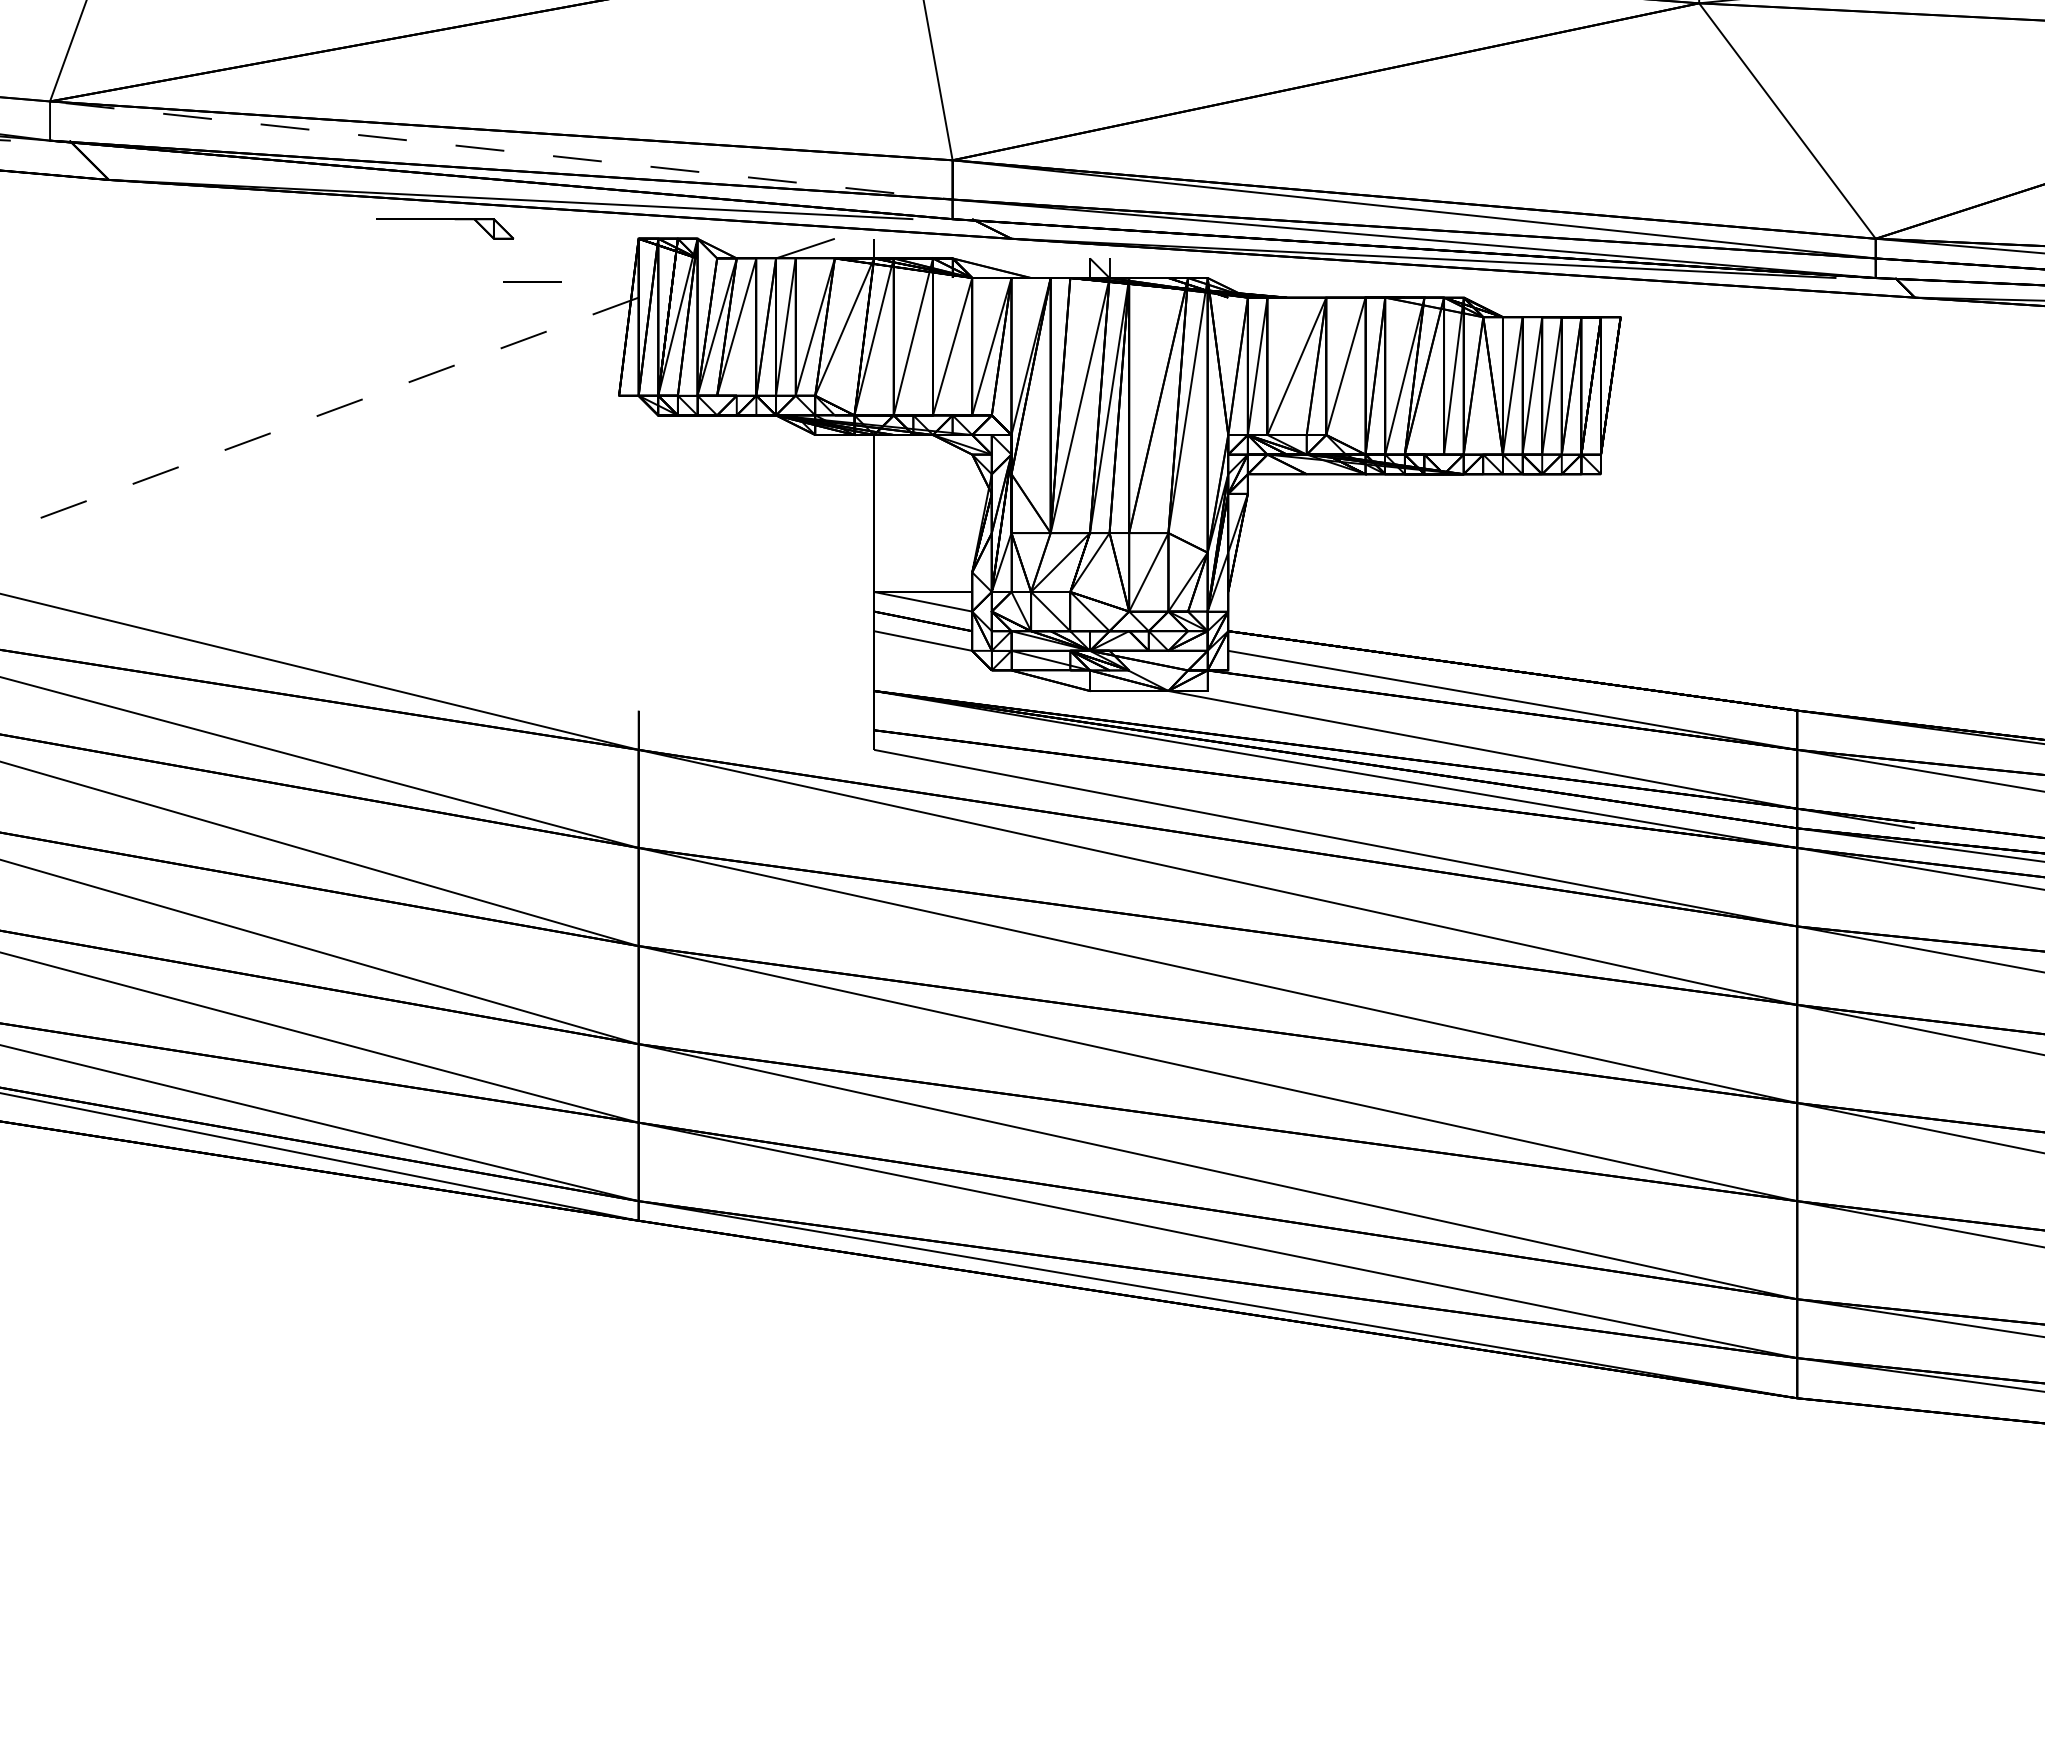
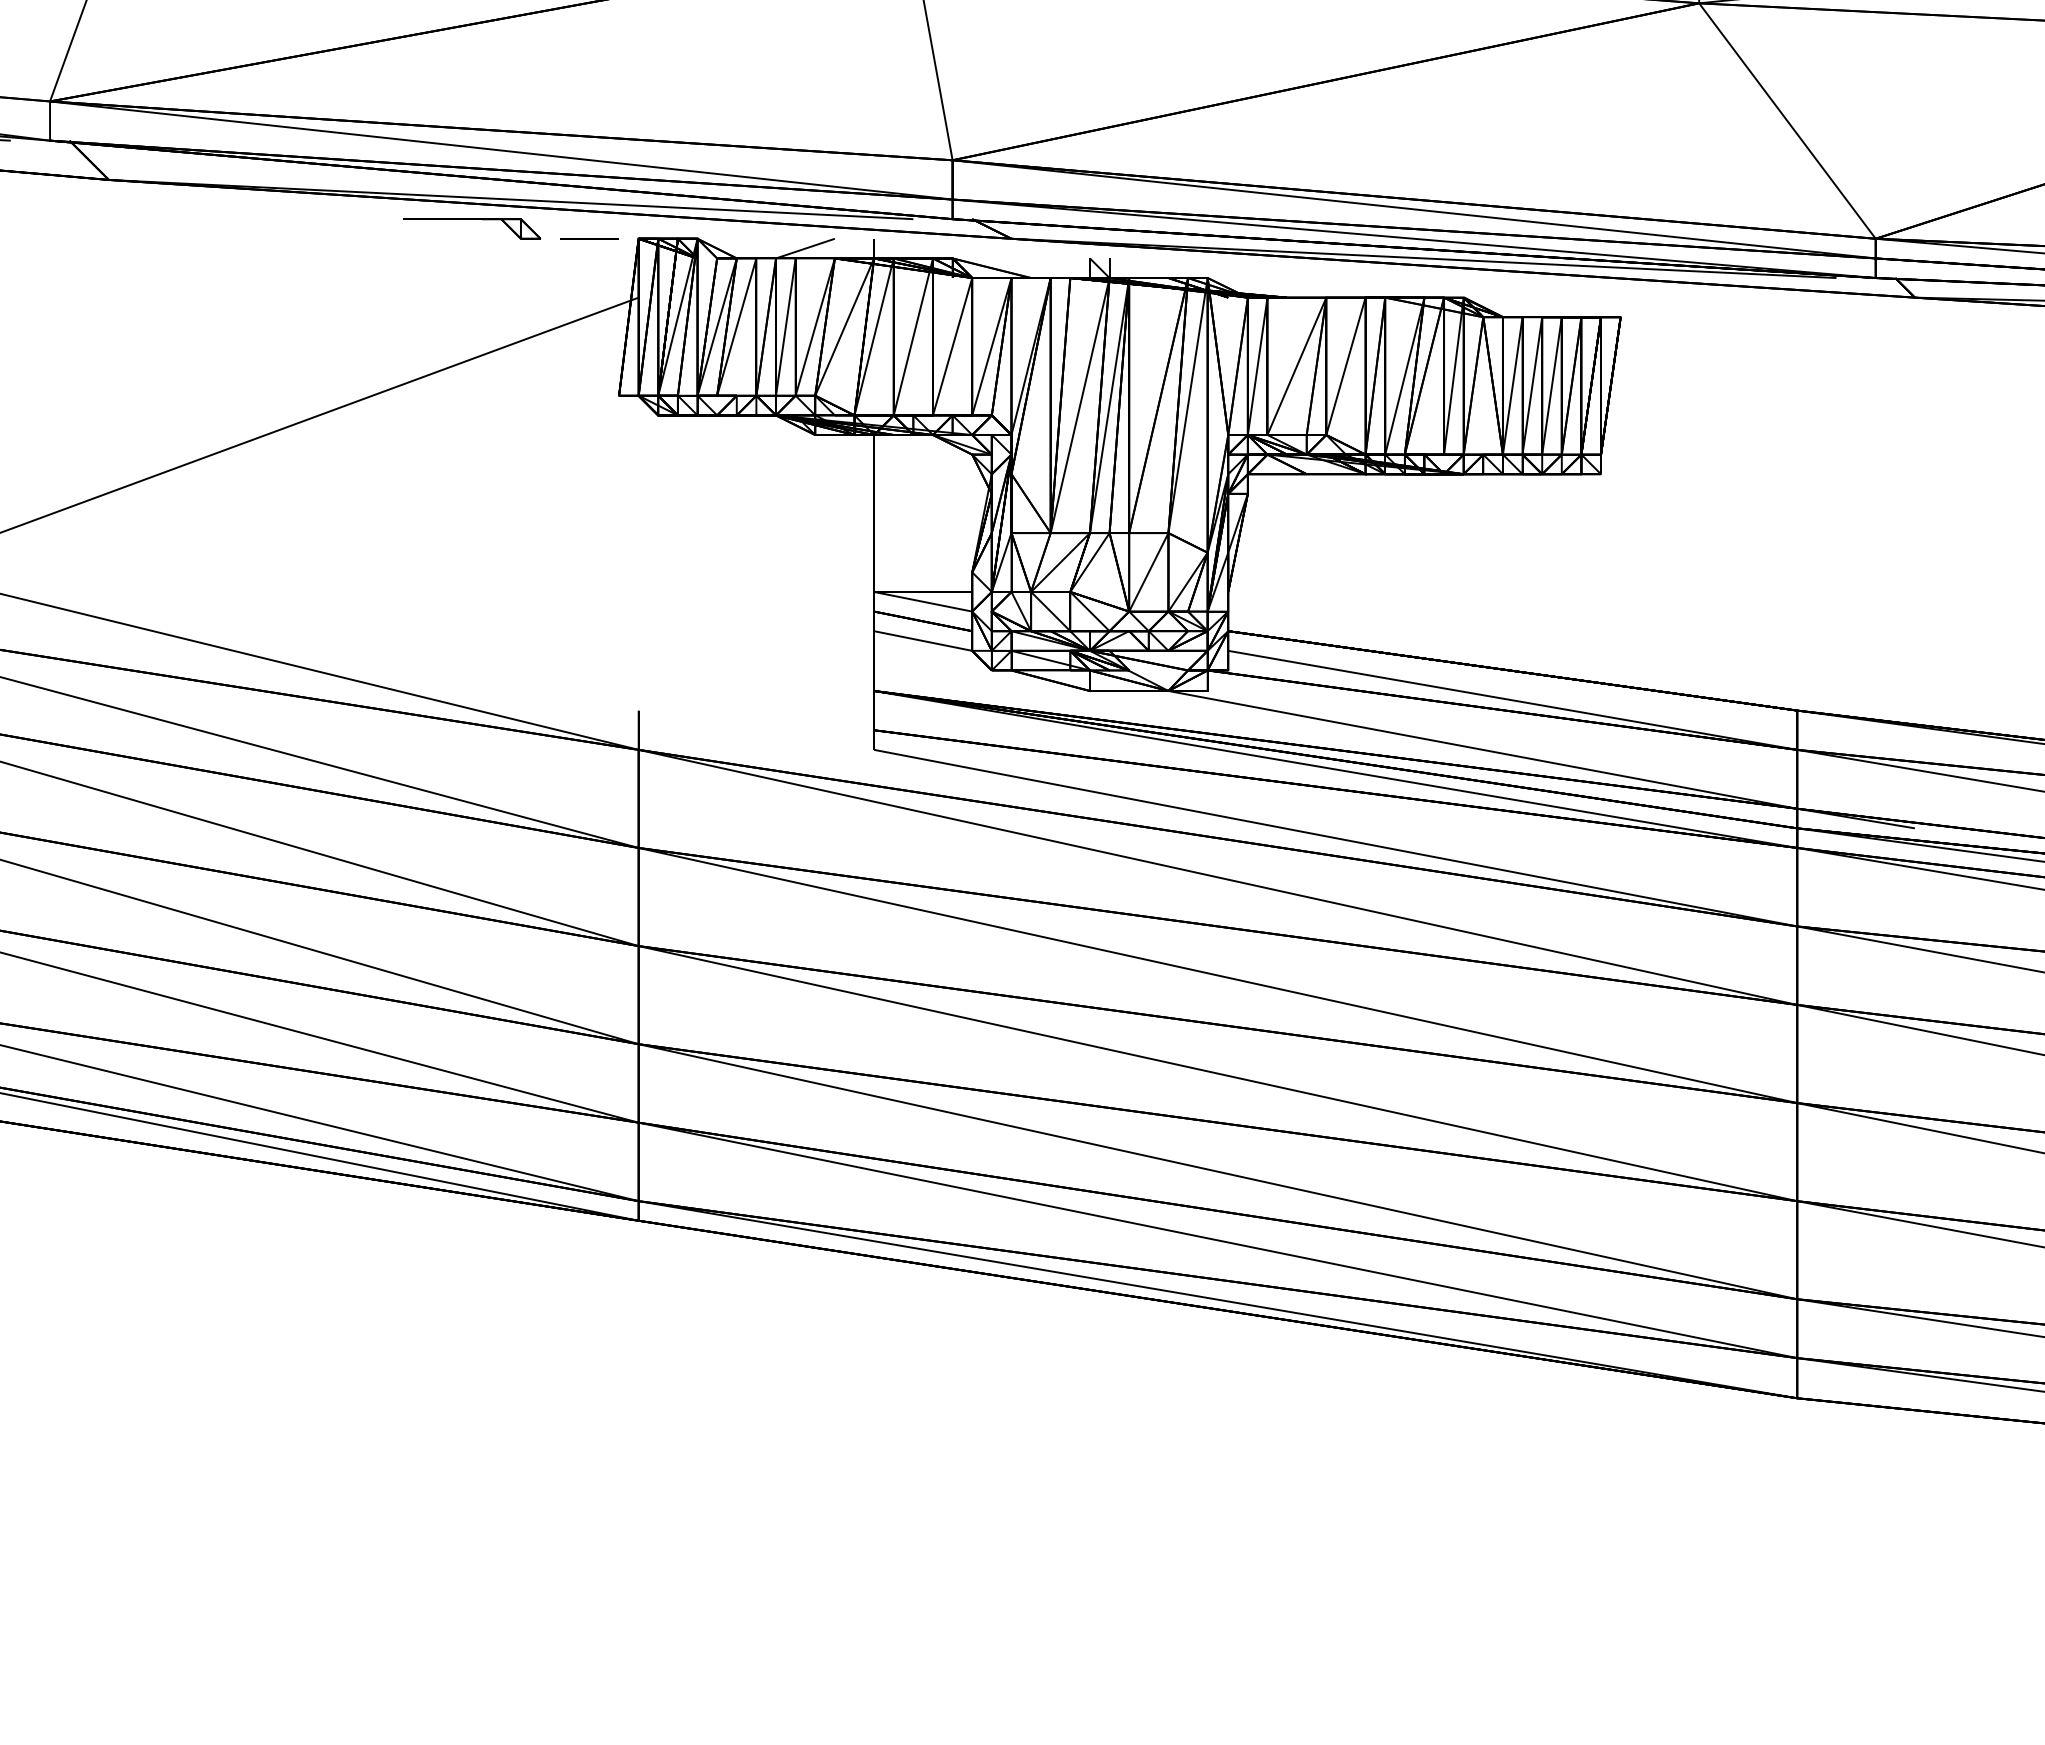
line at (521, 152): dashed -> solid
part at (445, 219) position: (445, 219) -> (472, 219)
line at (532, 281) position: (532, 281) -> (589, 238)
line at (318, 415): dashed -> solid
